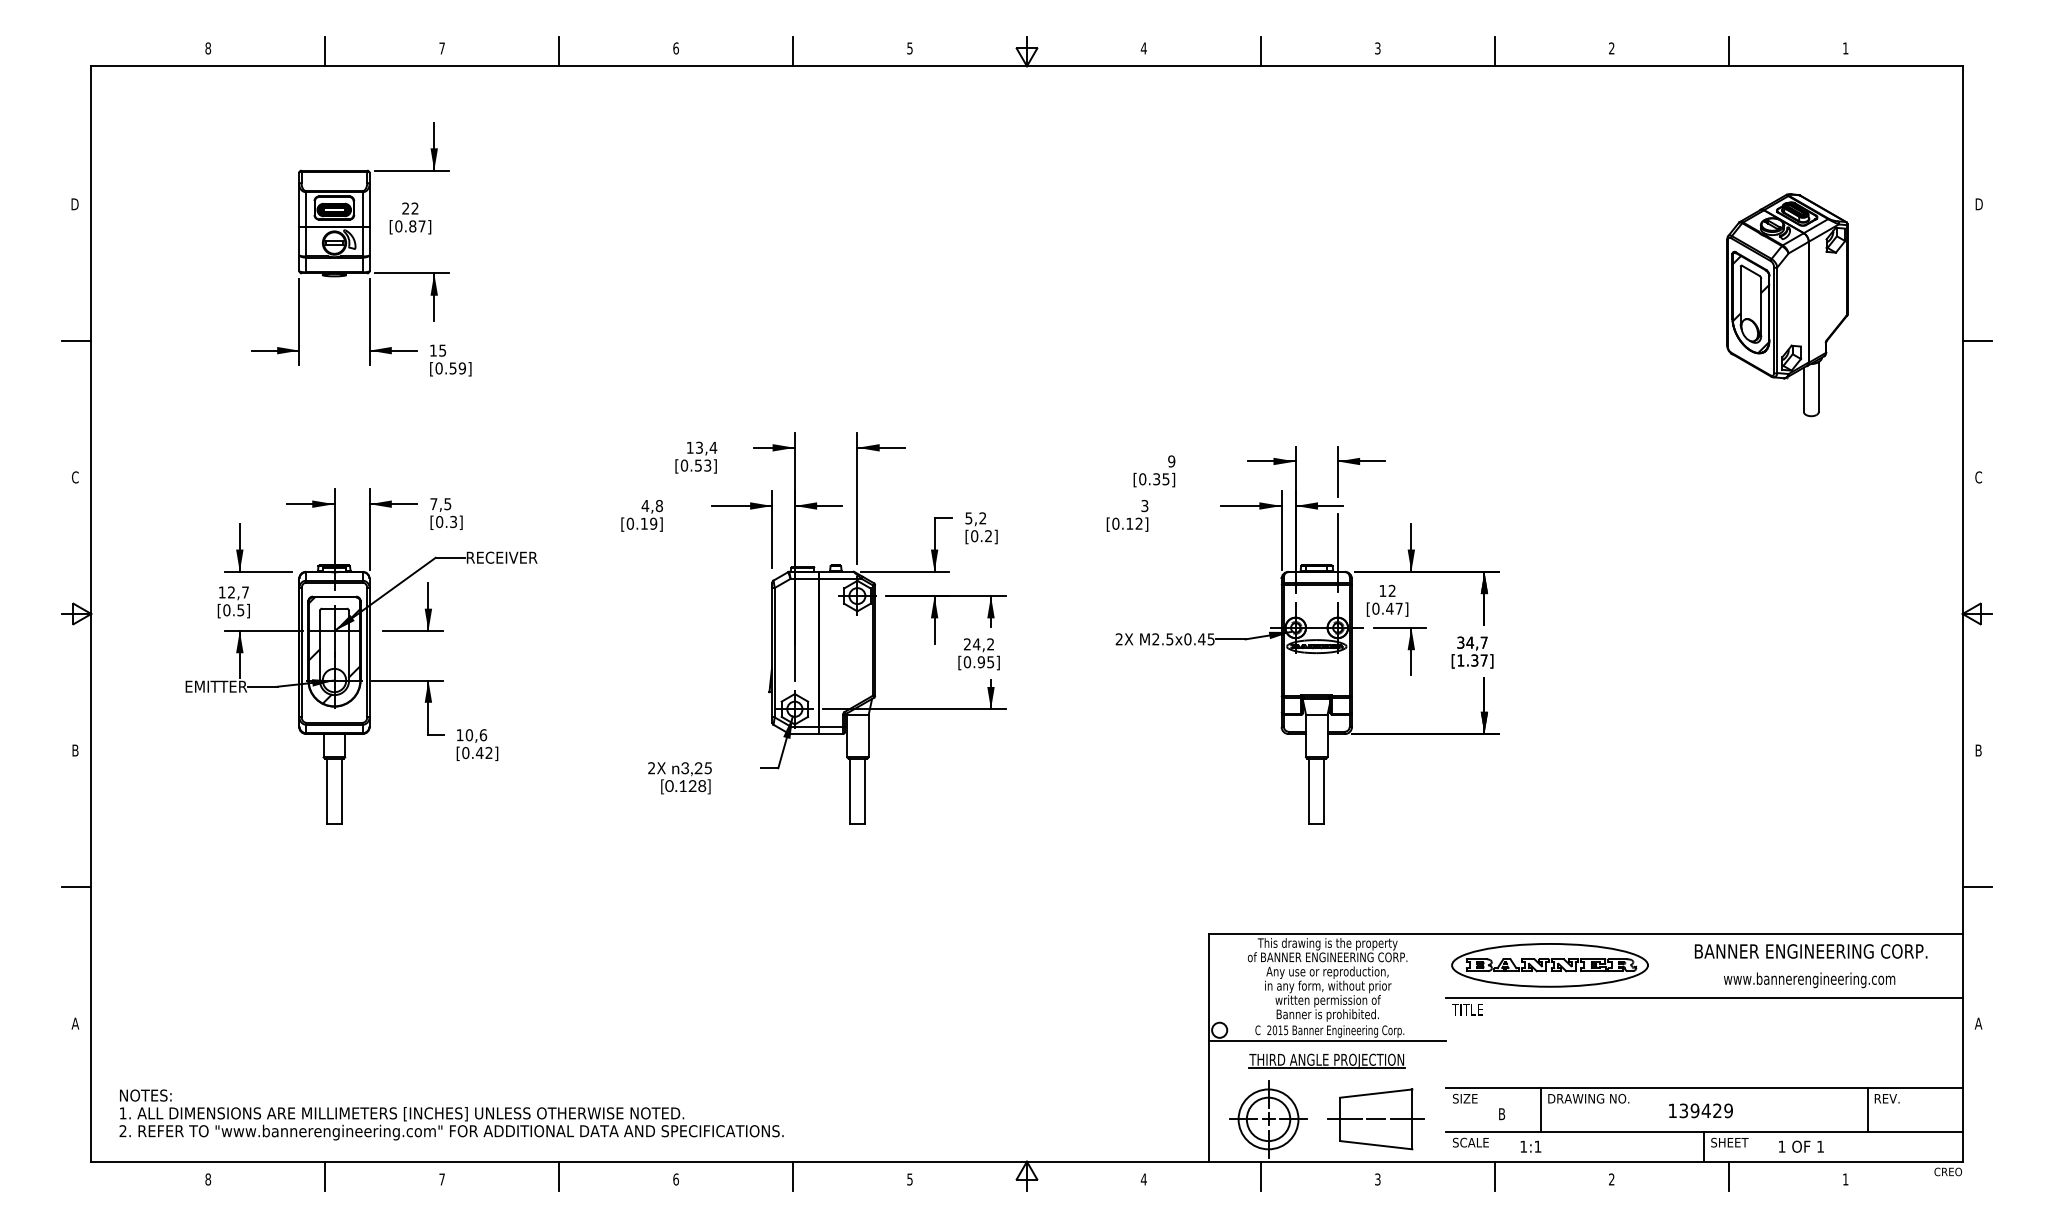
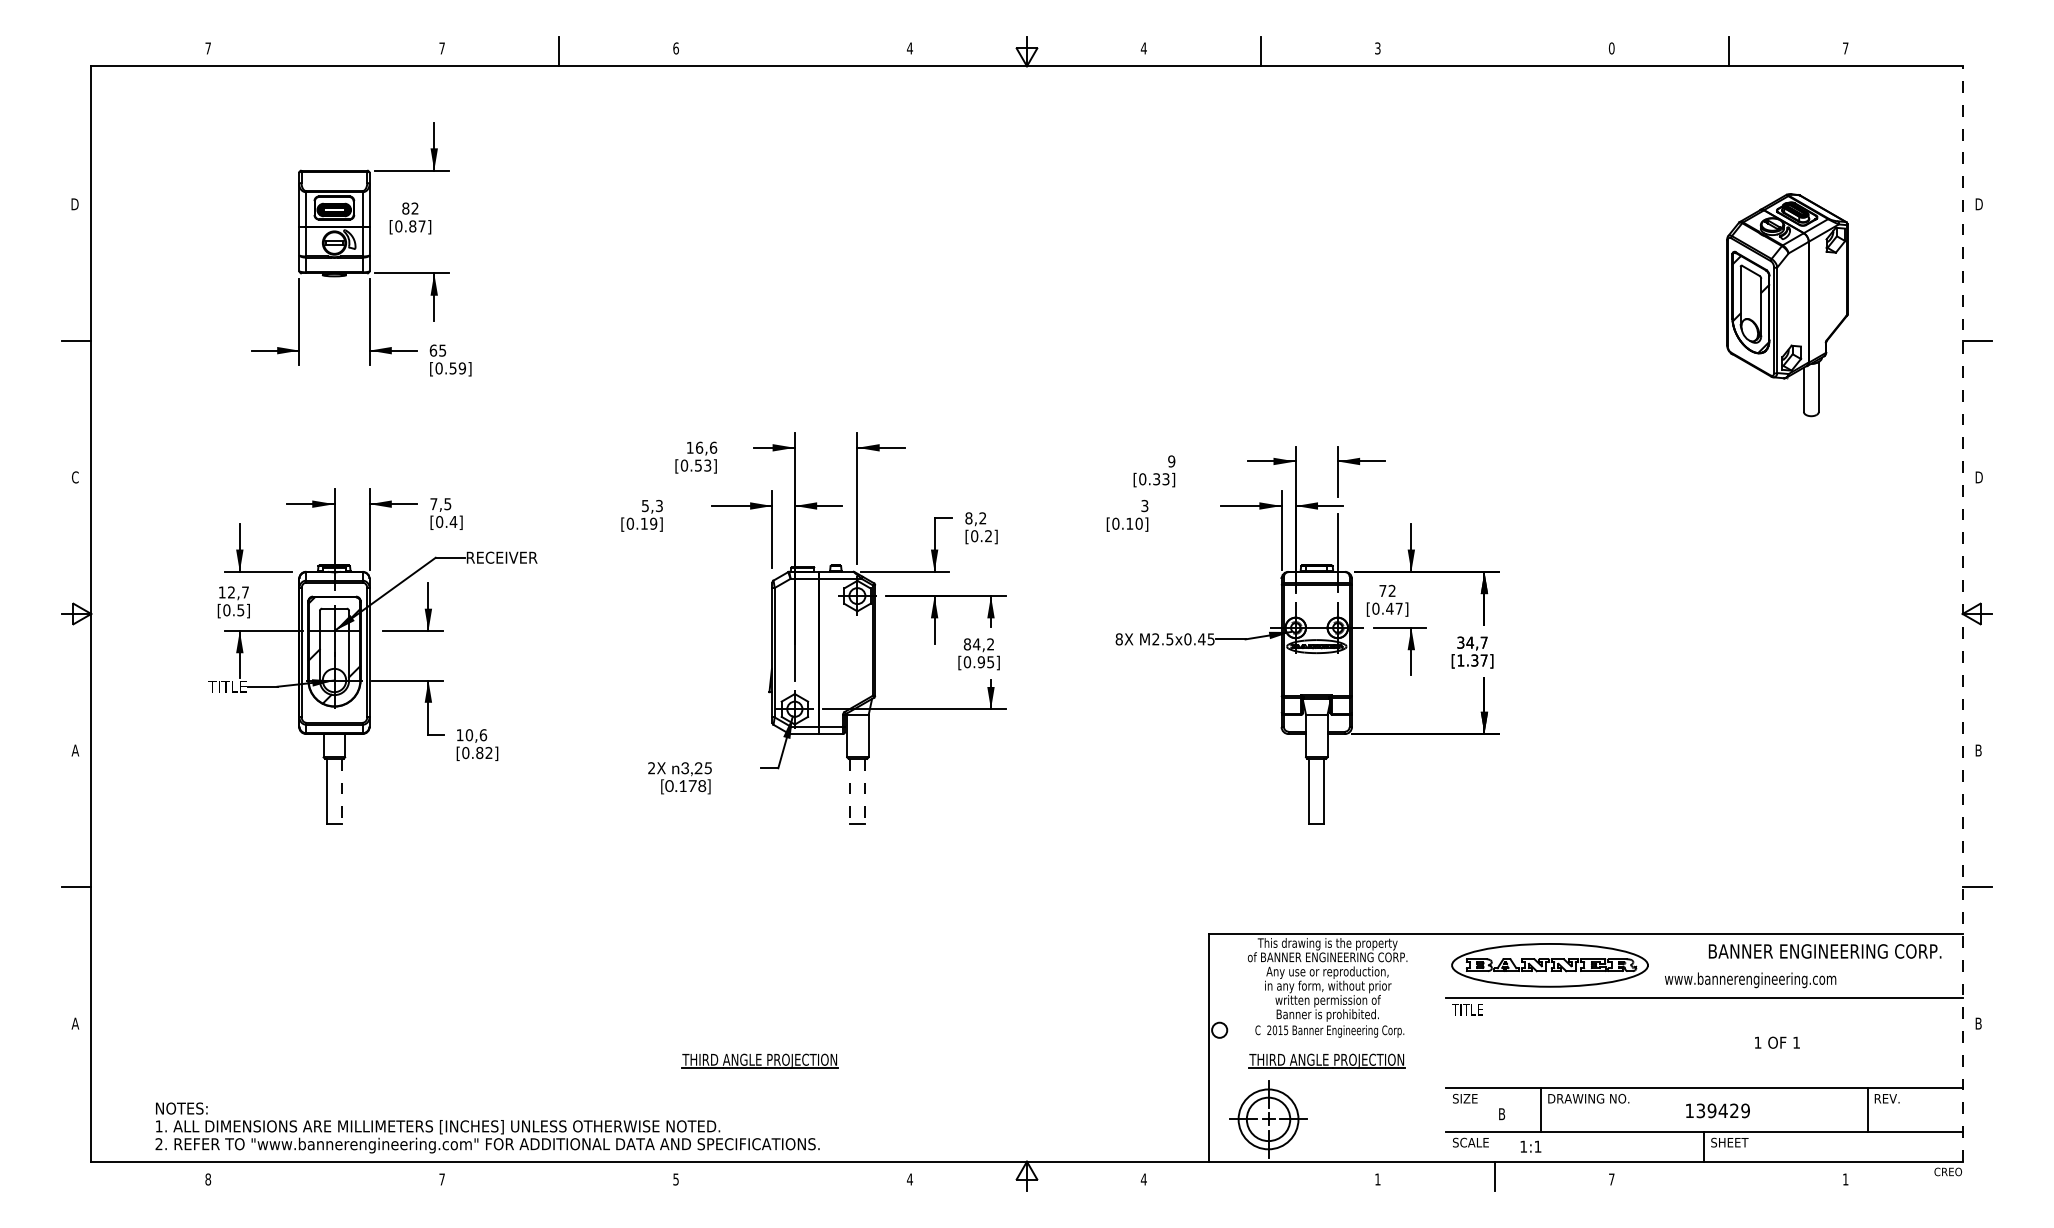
text at (208, 48): 8 -> 7
text at (909, 48): 5 -> 4
text at (1611, 48): 2 -> 0
text at (1845, 48): 1 -> 7
line at (325, 51): present -> none
line at (793, 51): present -> none
line at (1494, 51): present -> none
text at (405, 208): 22 -> 82
text at (433, 350): 15 -> 65
text at (706, 447): 13,4 -> 16,6
text at (1978, 477): C -> D
text at (1165, 478): [0.35] -> [0.33]
text at (651, 506): 4,8 -> 5,3
text at (968, 518): 5,2 -> 8,2
text at (453, 521): [0.3] -> [0.4]
text at (1138, 523): [0.12] -> [0.10]
text at (1382, 590): 12 -> 72
line at (1962, 614): solid -> dashed
text at (1118, 639): 2X -> 8X
text at (967, 644): 24,2 -> 84,2
text at (216, 686): EMITTER -> TITLE
text at (75, 750): B -> A
text at (479, 753): [0.42] -> [0.82]
text at (692, 785): [0.128] -> [0.178]
line at (341, 791): solid -> dashed
line at (850, 791): solid -> dashed
line at (865, 791): solid -> dashed
text at (1810, 951) position: (1810, 951) -> (1824, 951)
text at (1809, 980) position: (1809, 980) -> (1750, 980)
text at (1978, 1023): A -> B
line at (1327, 1040): present -> none
part at (759, 1060): none -> present
text at (1700, 1110) position: (1700, 1110) -> (1717, 1110)
text at (451, 1114) position: (451, 1114) -> (487, 1127)
part at (1375, 1119): present -> none
text at (1801, 1146) position: (1801, 1146) -> (1777, 1042)
line at (325, 1176): present -> none
line at (559, 1176): present -> none
line at (793, 1176): present -> none
line at (1260, 1176): present -> none
line at (1728, 1176): present -> none
text at (675, 1179): 6 -> 5
text at (909, 1179): 5 -> 4
text at (1377, 1179): 3 -> 1
text at (1611, 1179): 2 -> 7
